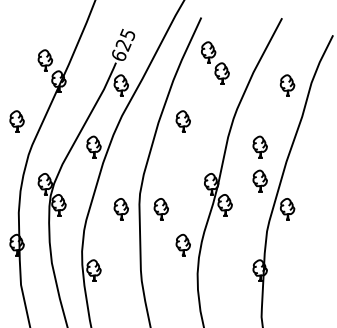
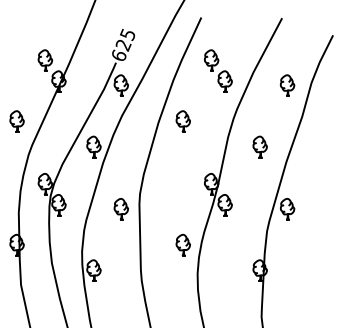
part at (215, 62) position: (215, 62) -> (218, 70)
part at (259, 180): present -> none
part at (160, 209): present -> none
